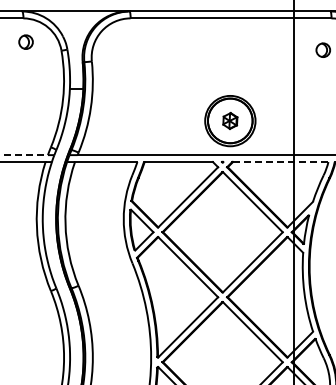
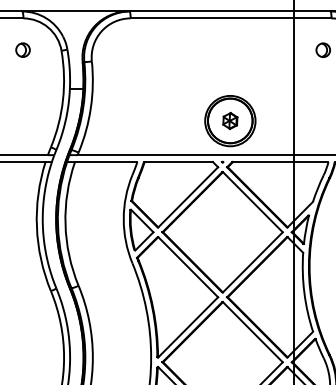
part at (25, 41) position: (25, 41) -> (22, 49)
line at (23, 155): dashed -> solid
line at (280, 162): dashed -> solid
